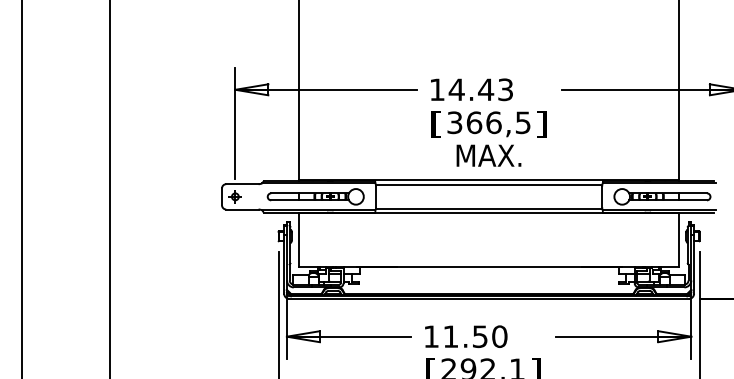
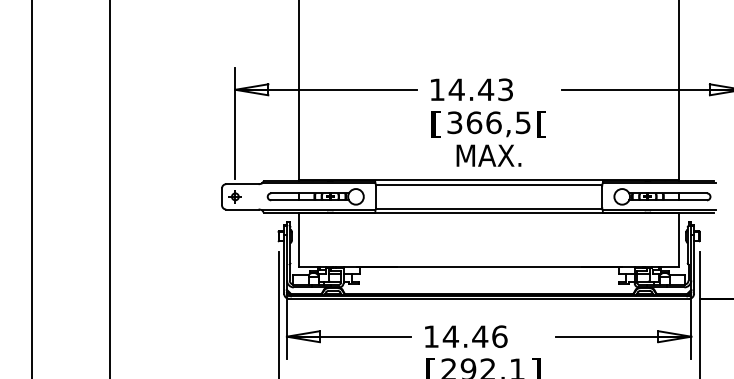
text at (541, 124): ] -> [
line at (22, 188) position: (22, 188) -> (32, 188)
text at (474, 336): 11.50 -> 14.46
